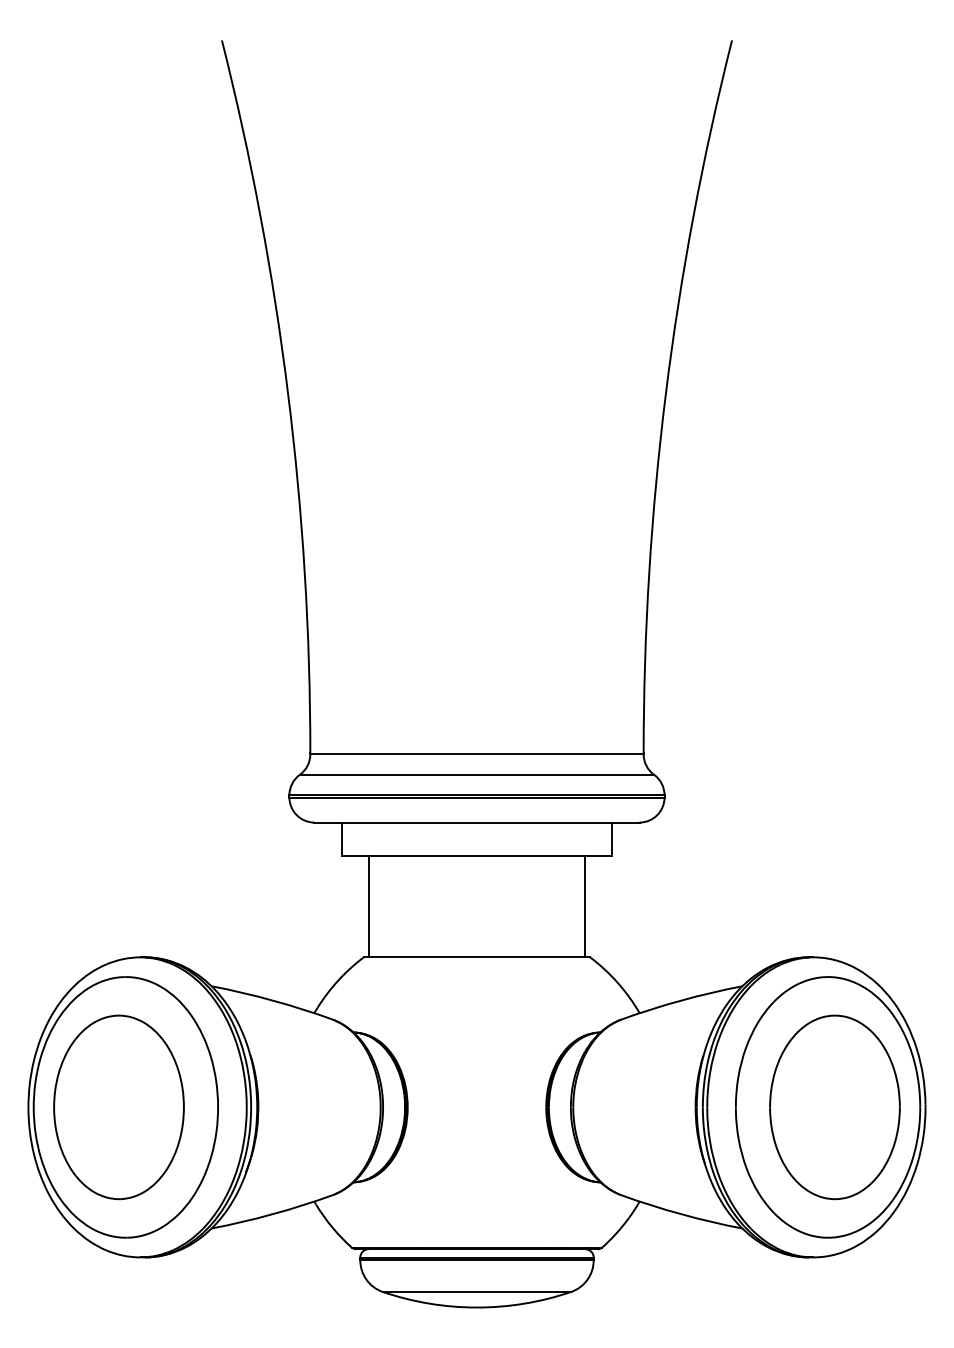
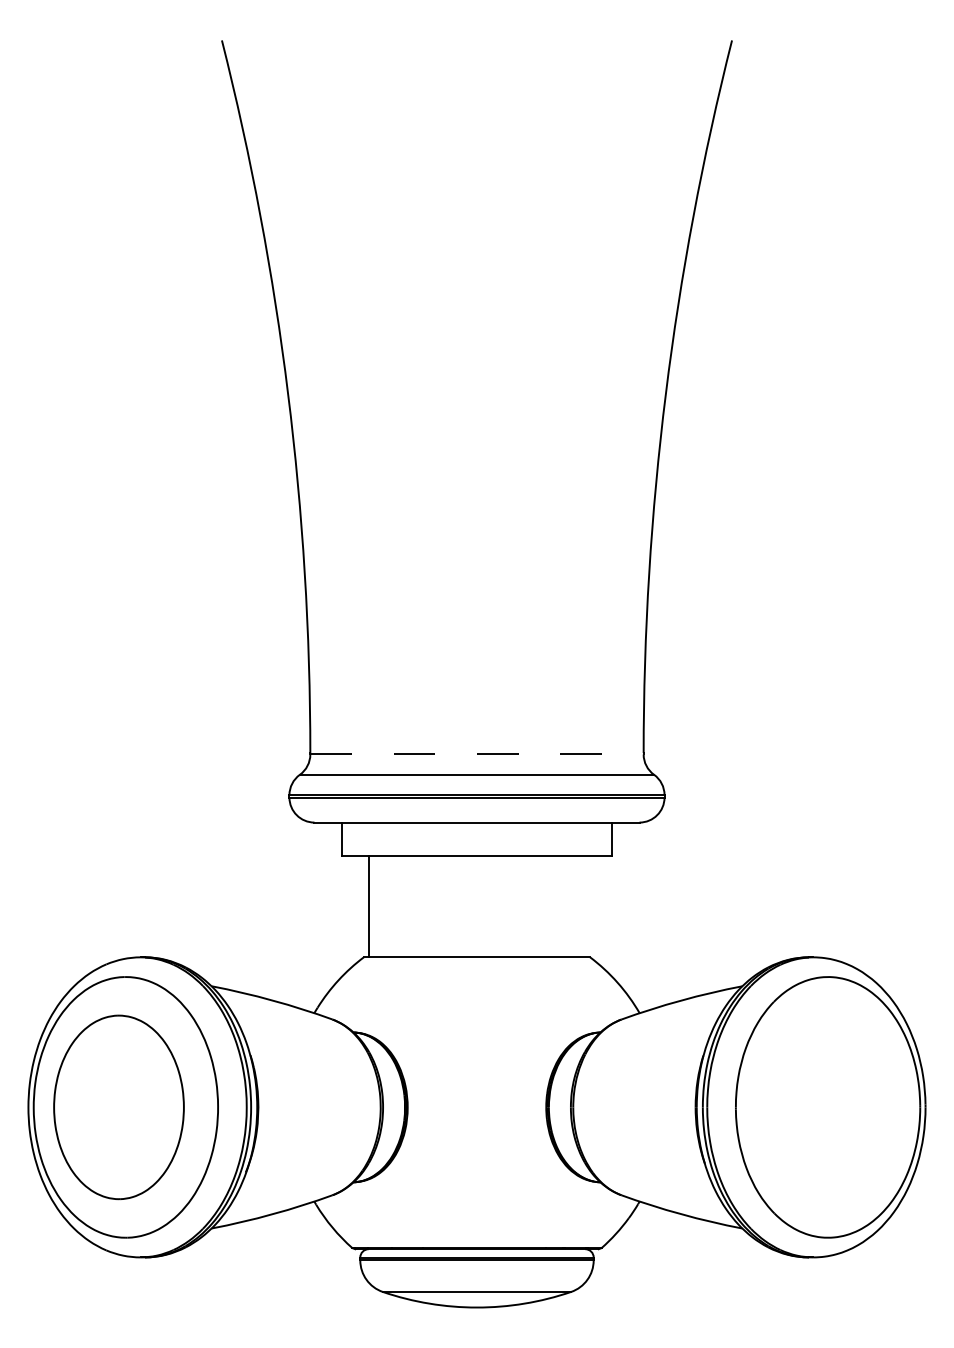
line at (477, 754): solid -> dashed
line at (584, 906): present -> none
part at (834, 1107): present -> none
